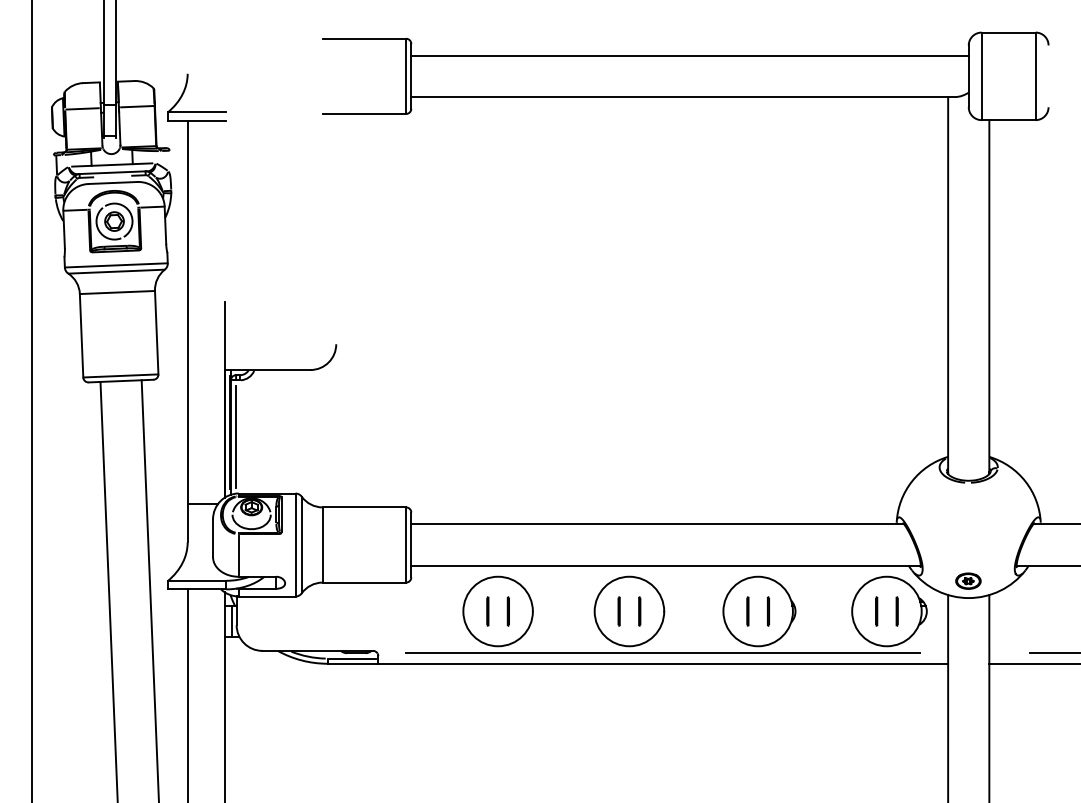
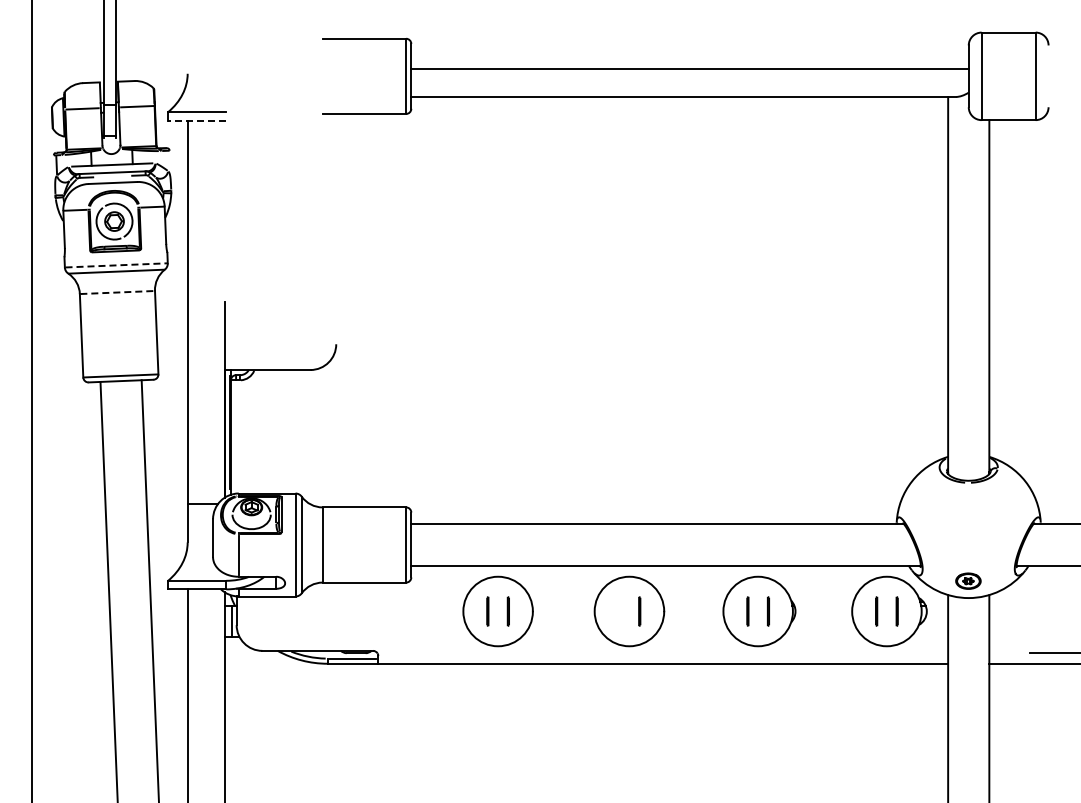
line at (689, 55) position: (689, 55) -> (689, 68)
line at (196, 120): solid -> dashed
line at (116, 265): solid -> dashed
line at (117, 292): solid -> dashed
line at (236, 436): present -> none
line at (618, 611): present -> none
line at (662, 653): present -> none
